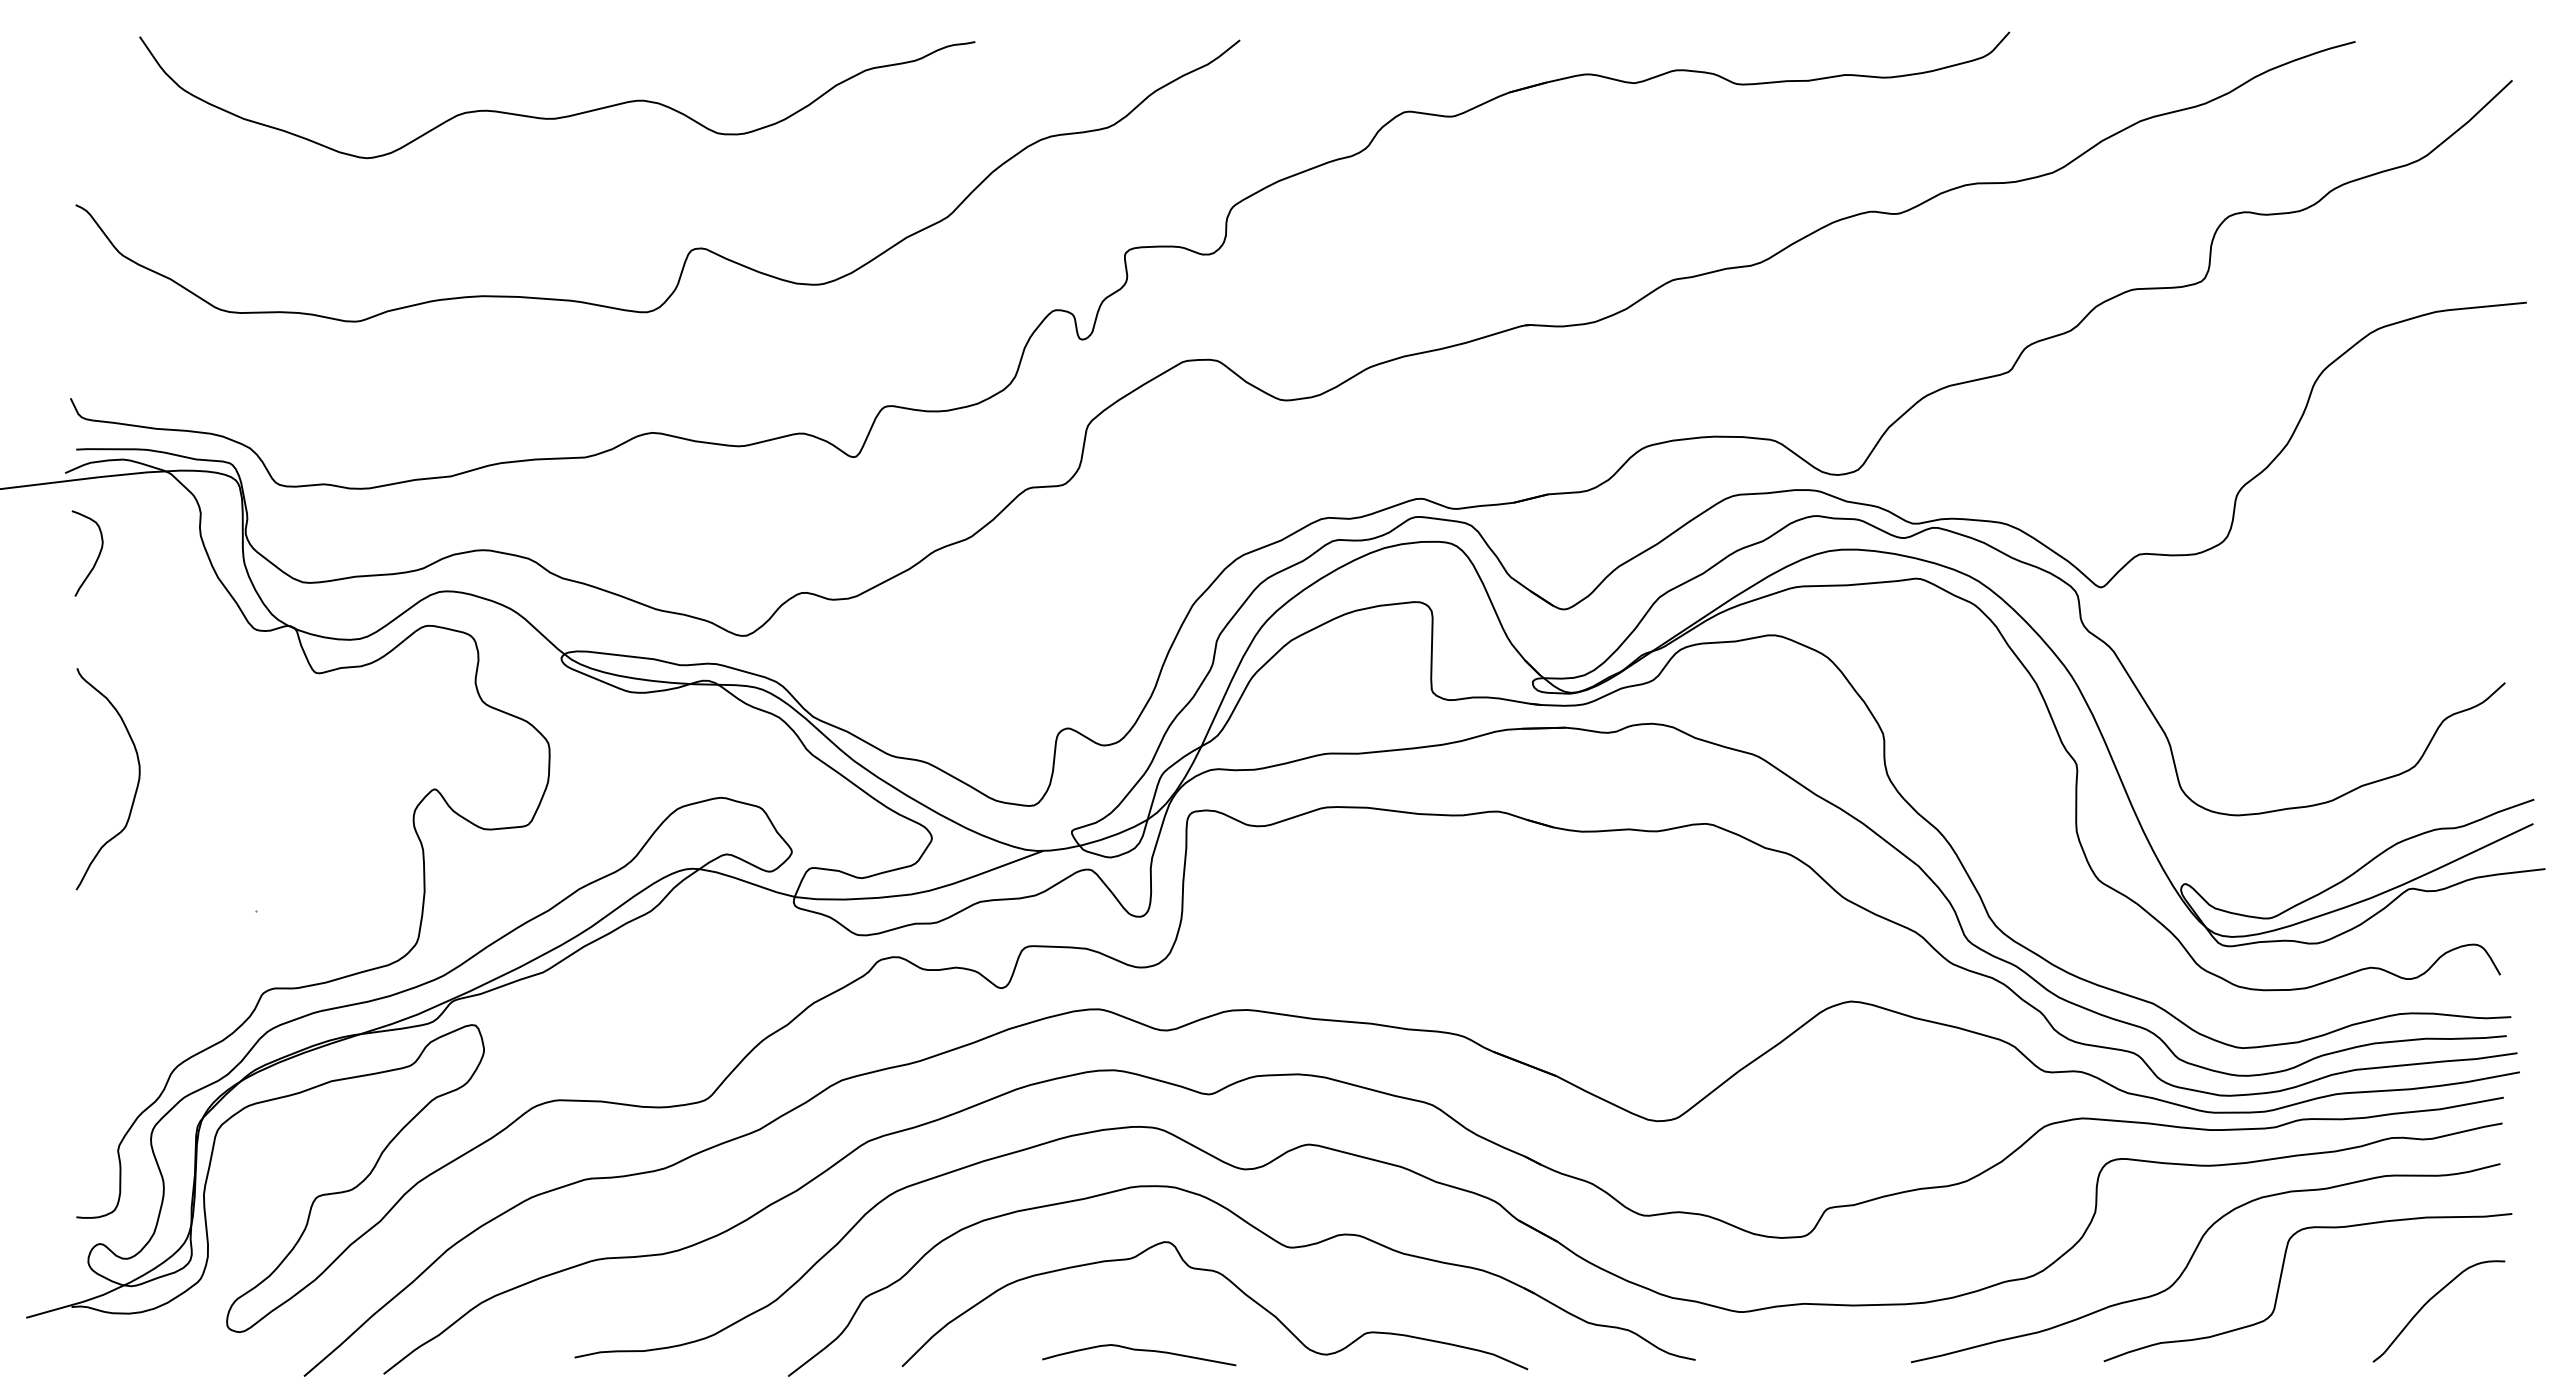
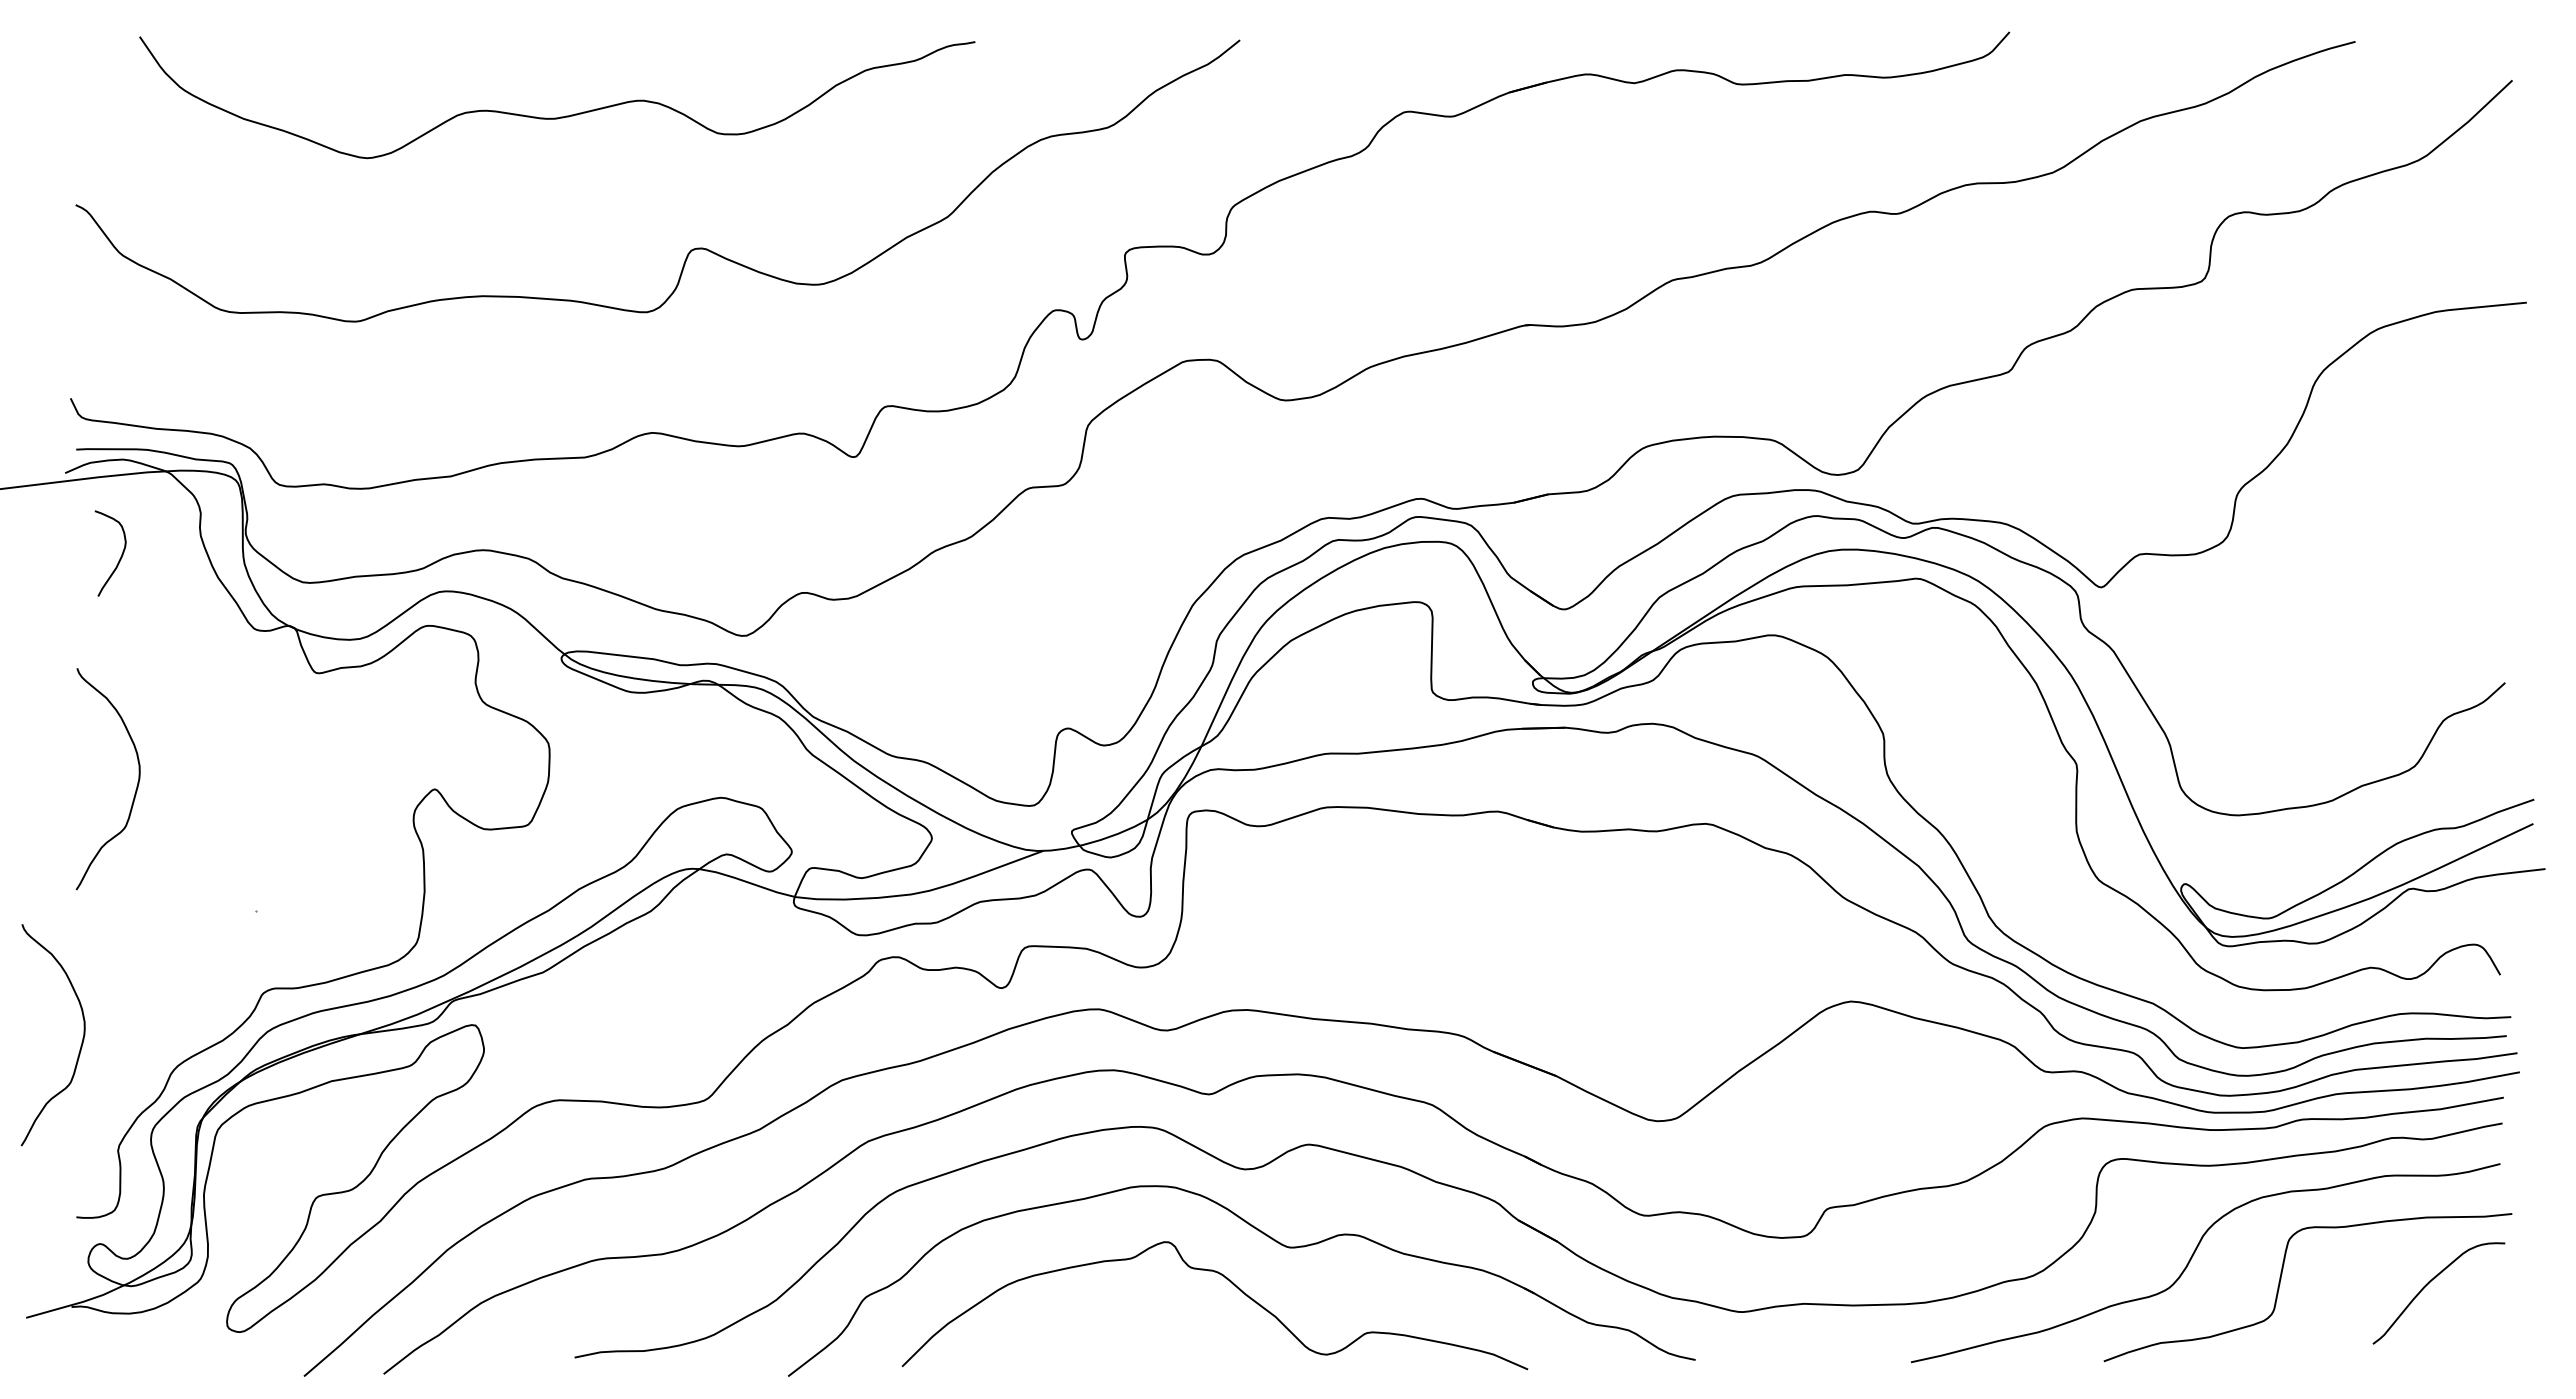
curve at (96, 558) position: (96, 558) -> (119, 558)
curve at (80, 1045): none -> present
curve at (2429, 1301) position: (2429, 1301) -> (2429, 1283)
curve at (1139, 1350): present -> none
